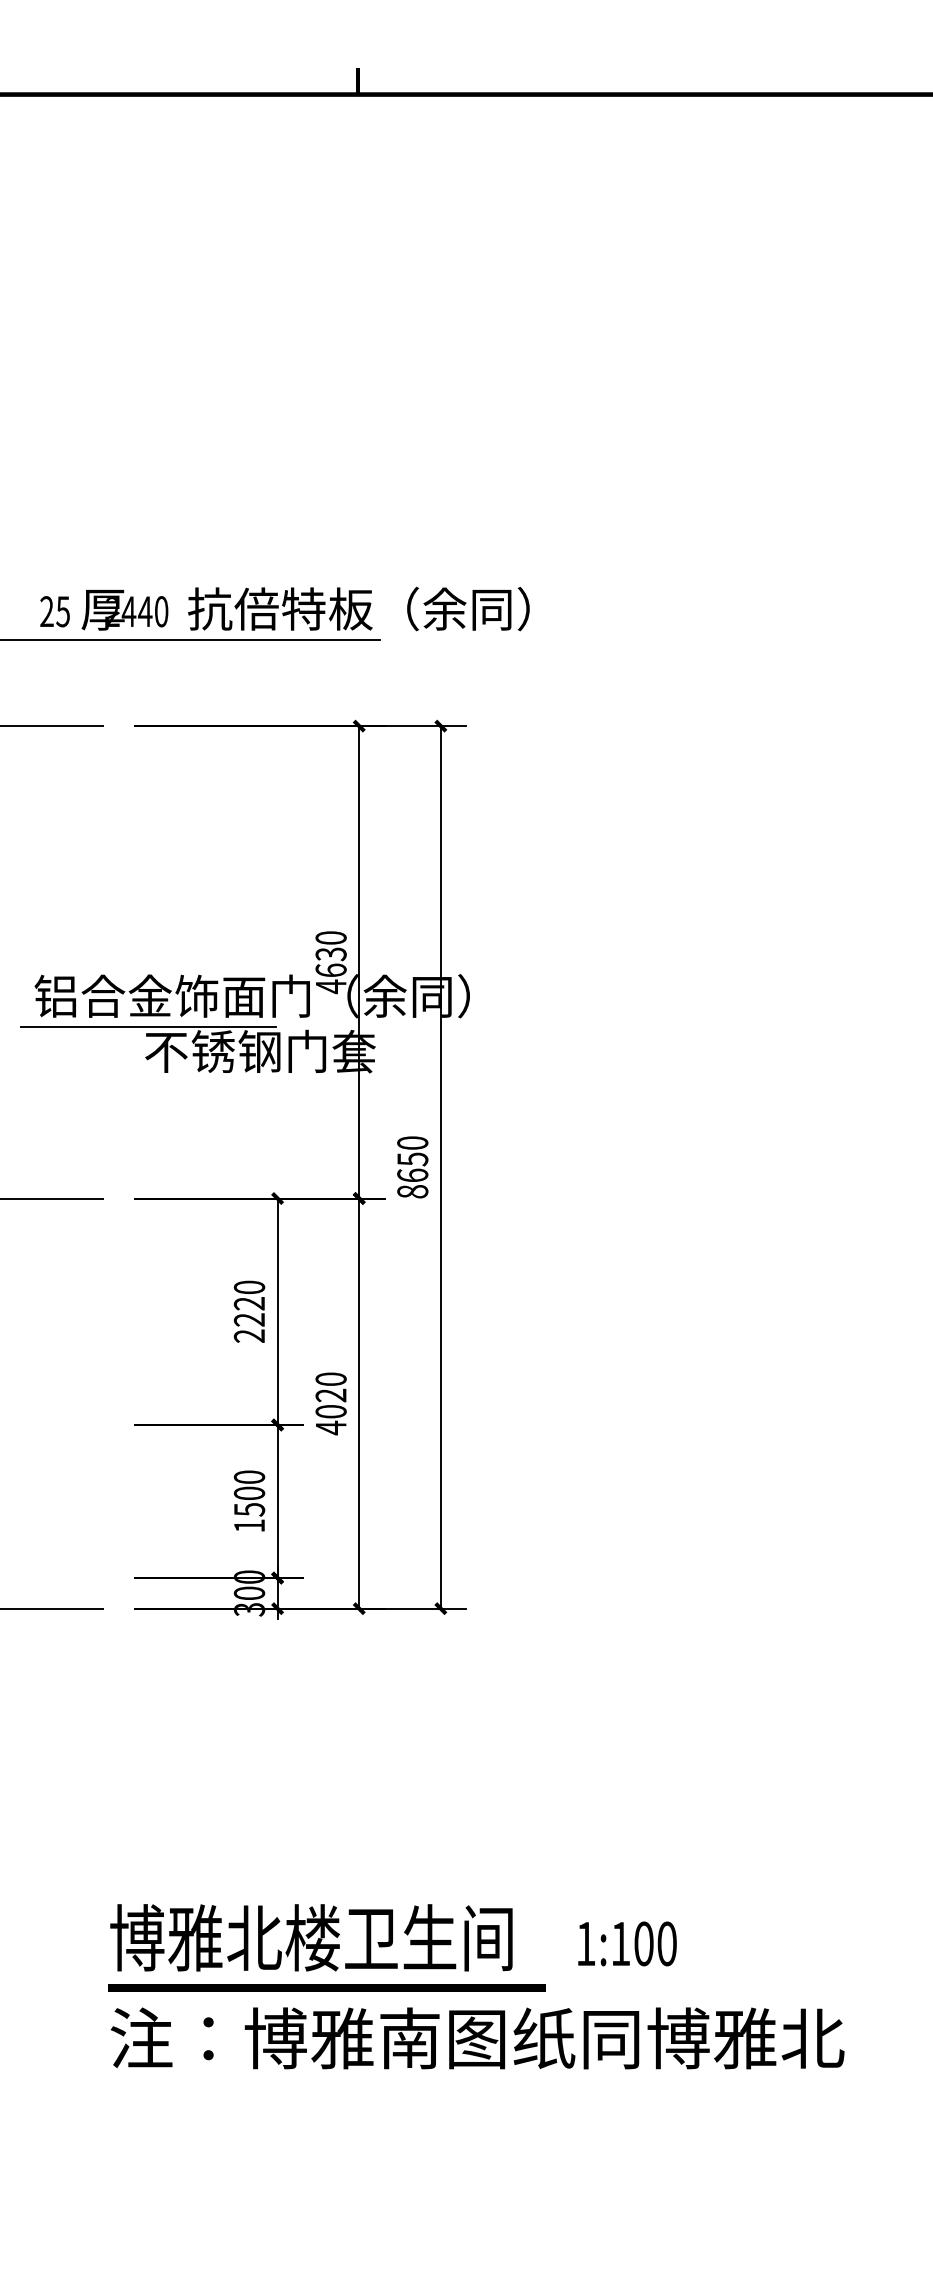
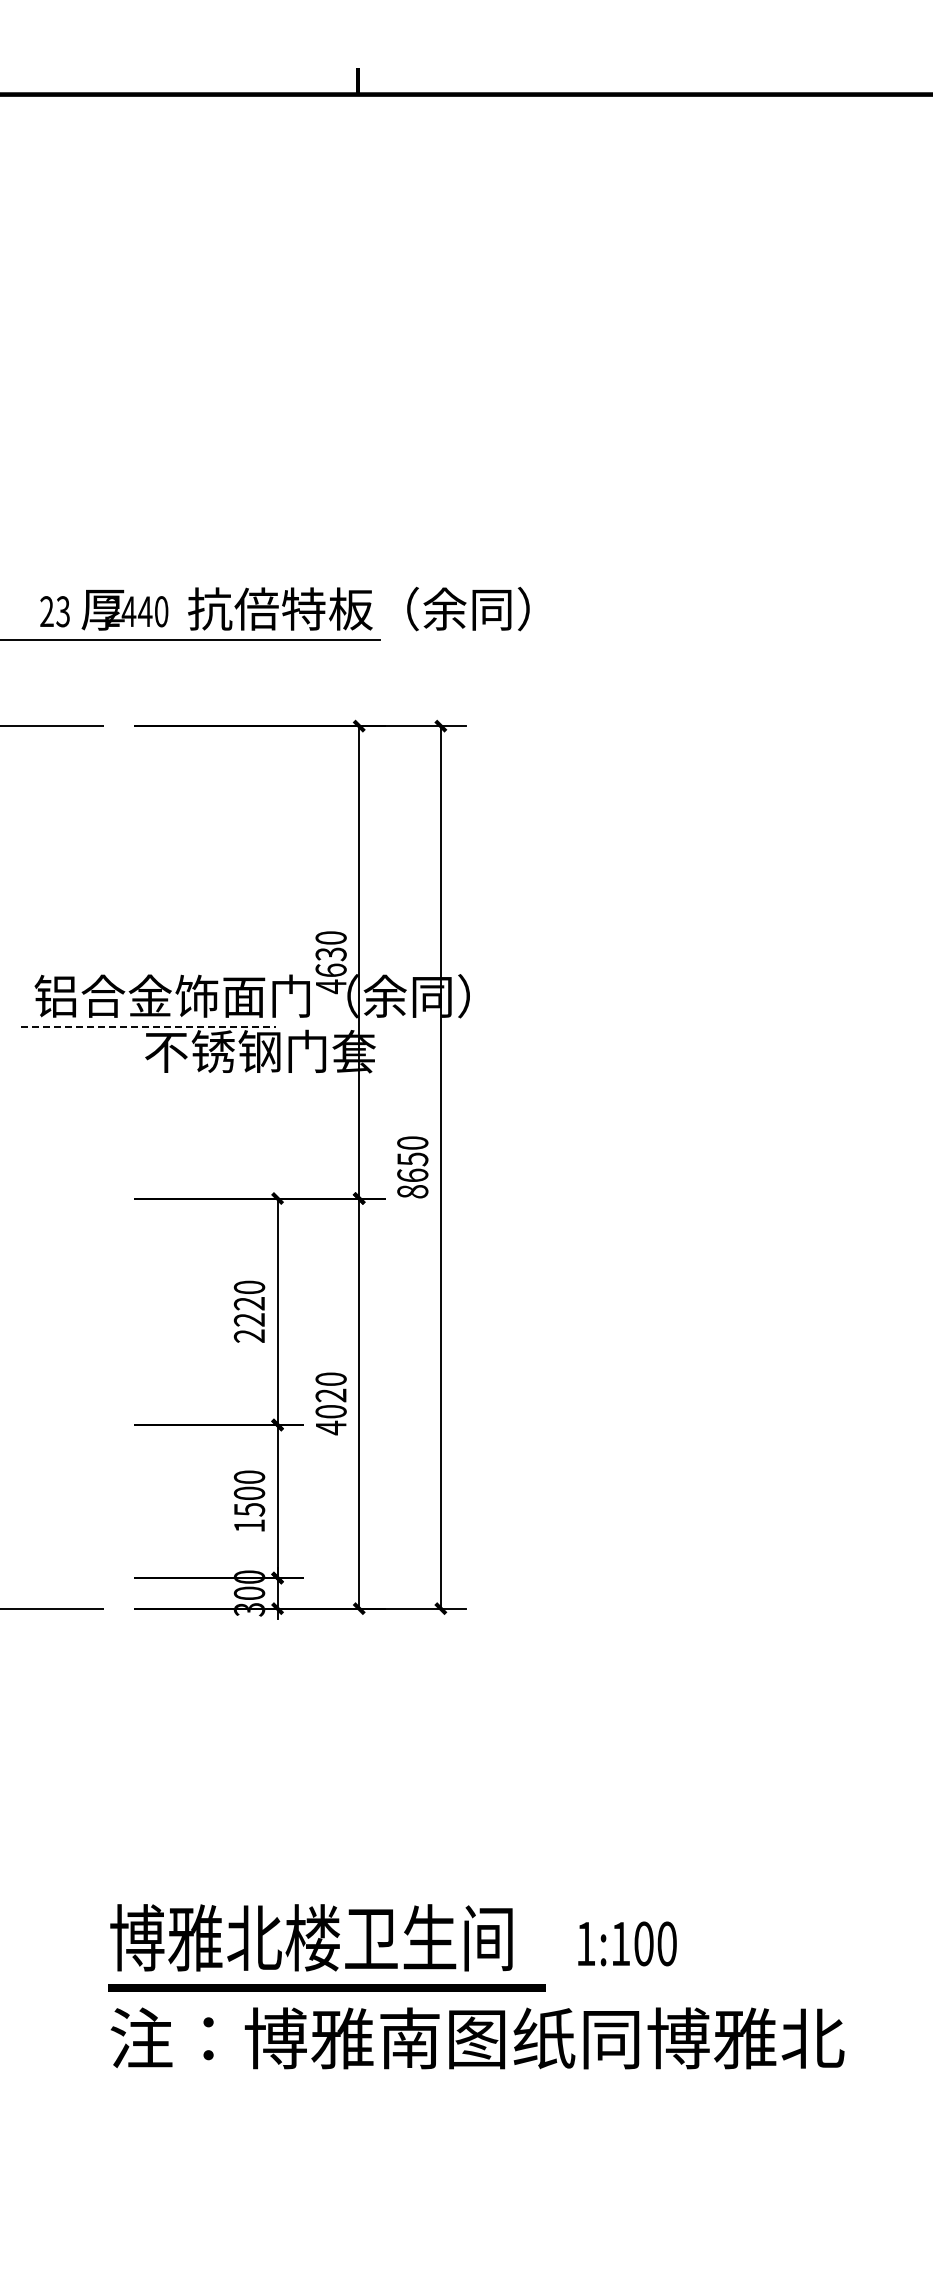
text at (63, 611): 25 -> 23
line at (149, 1026): solid -> dashed
line at (53, 1198): present -> none
